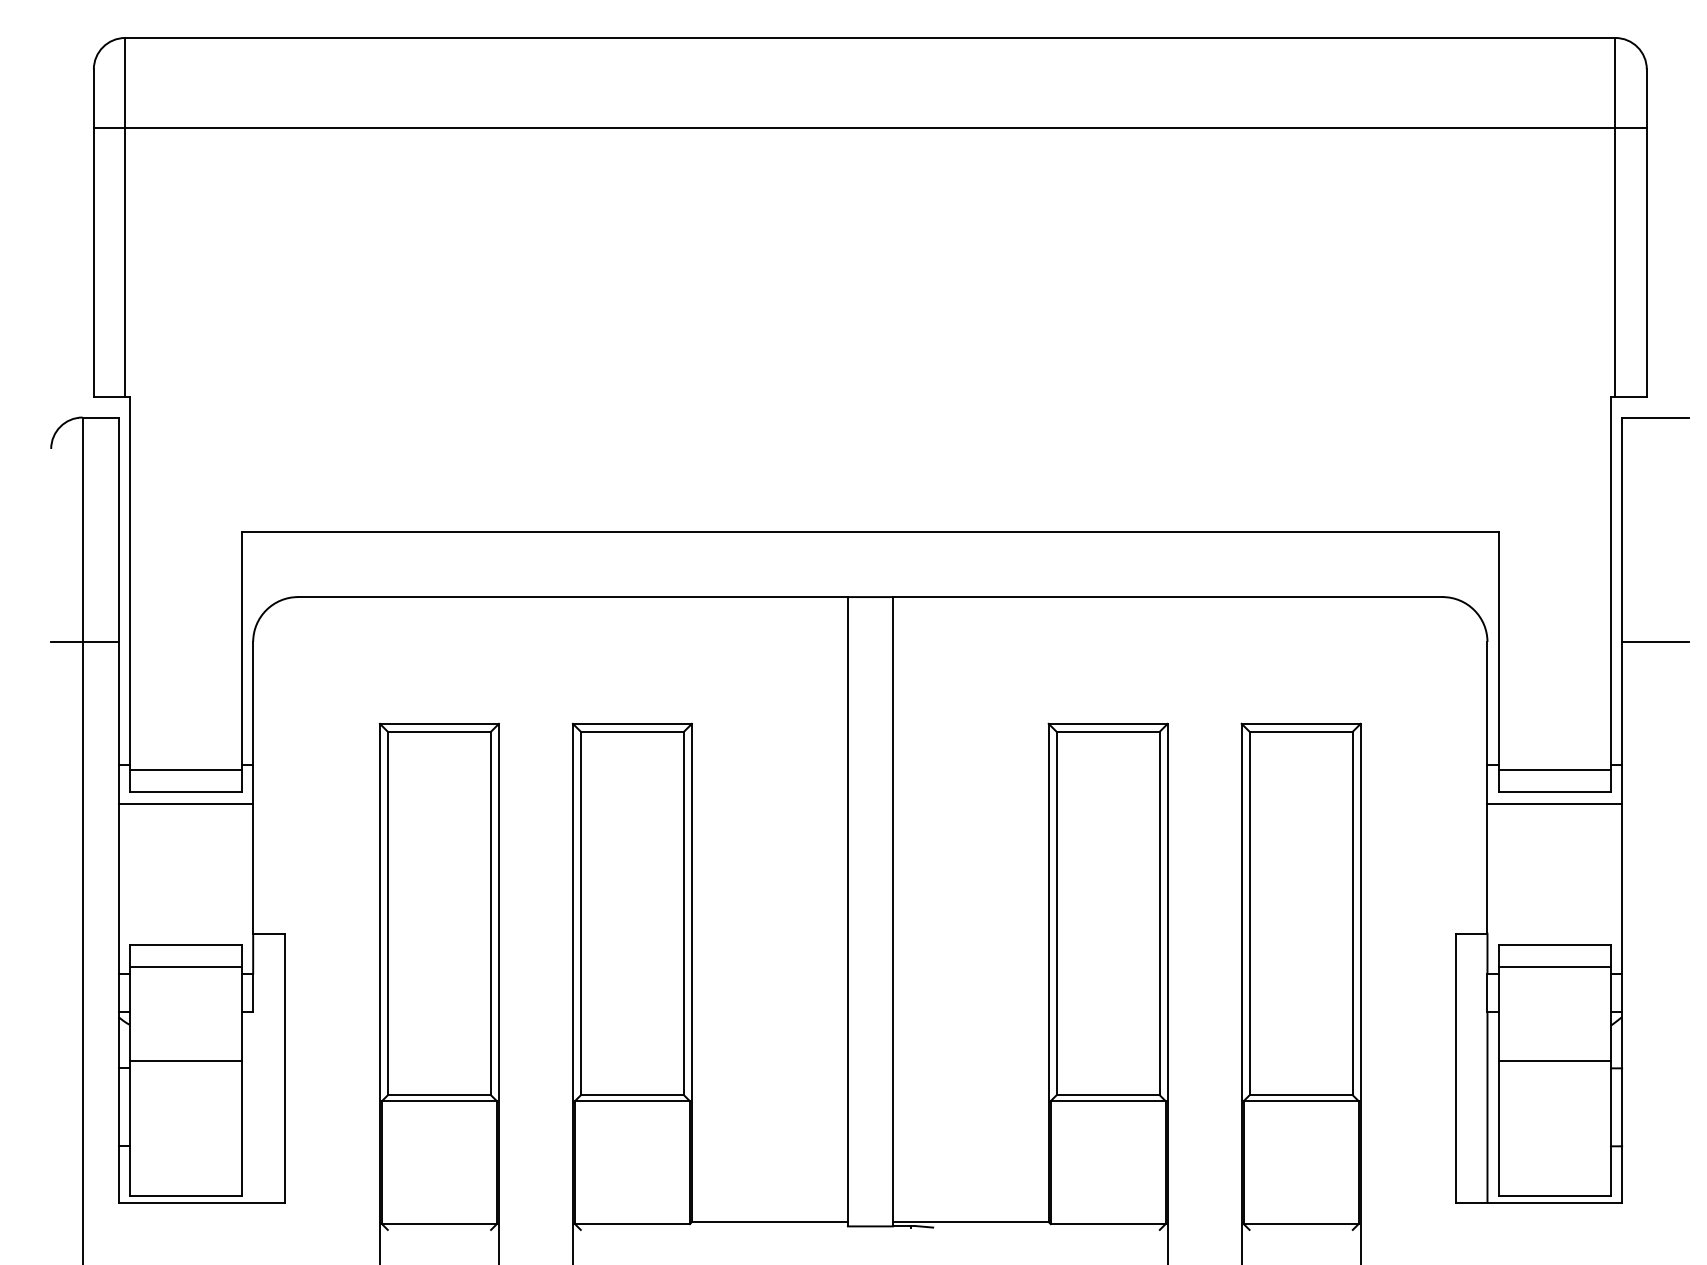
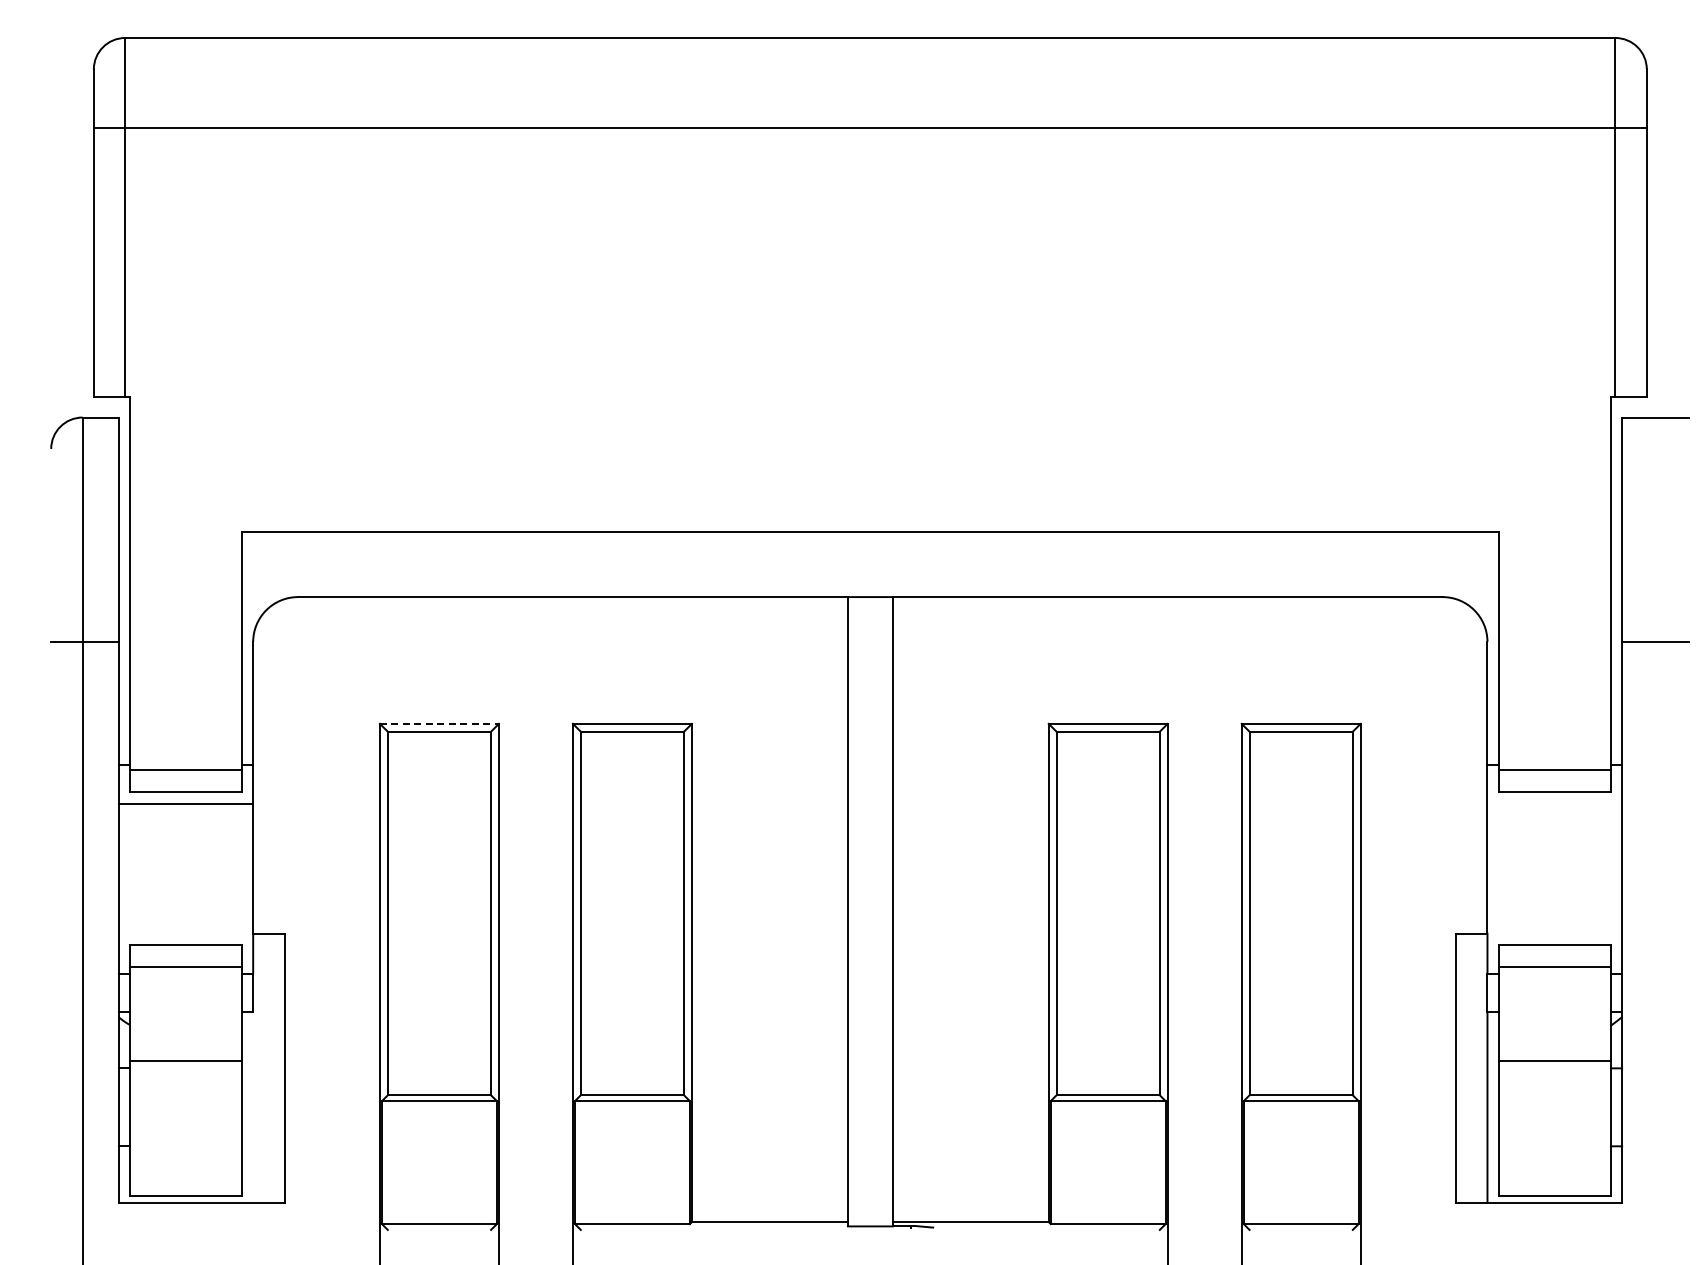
line at (439, 723): solid -> dashed
line at (1554, 804): present -> none
